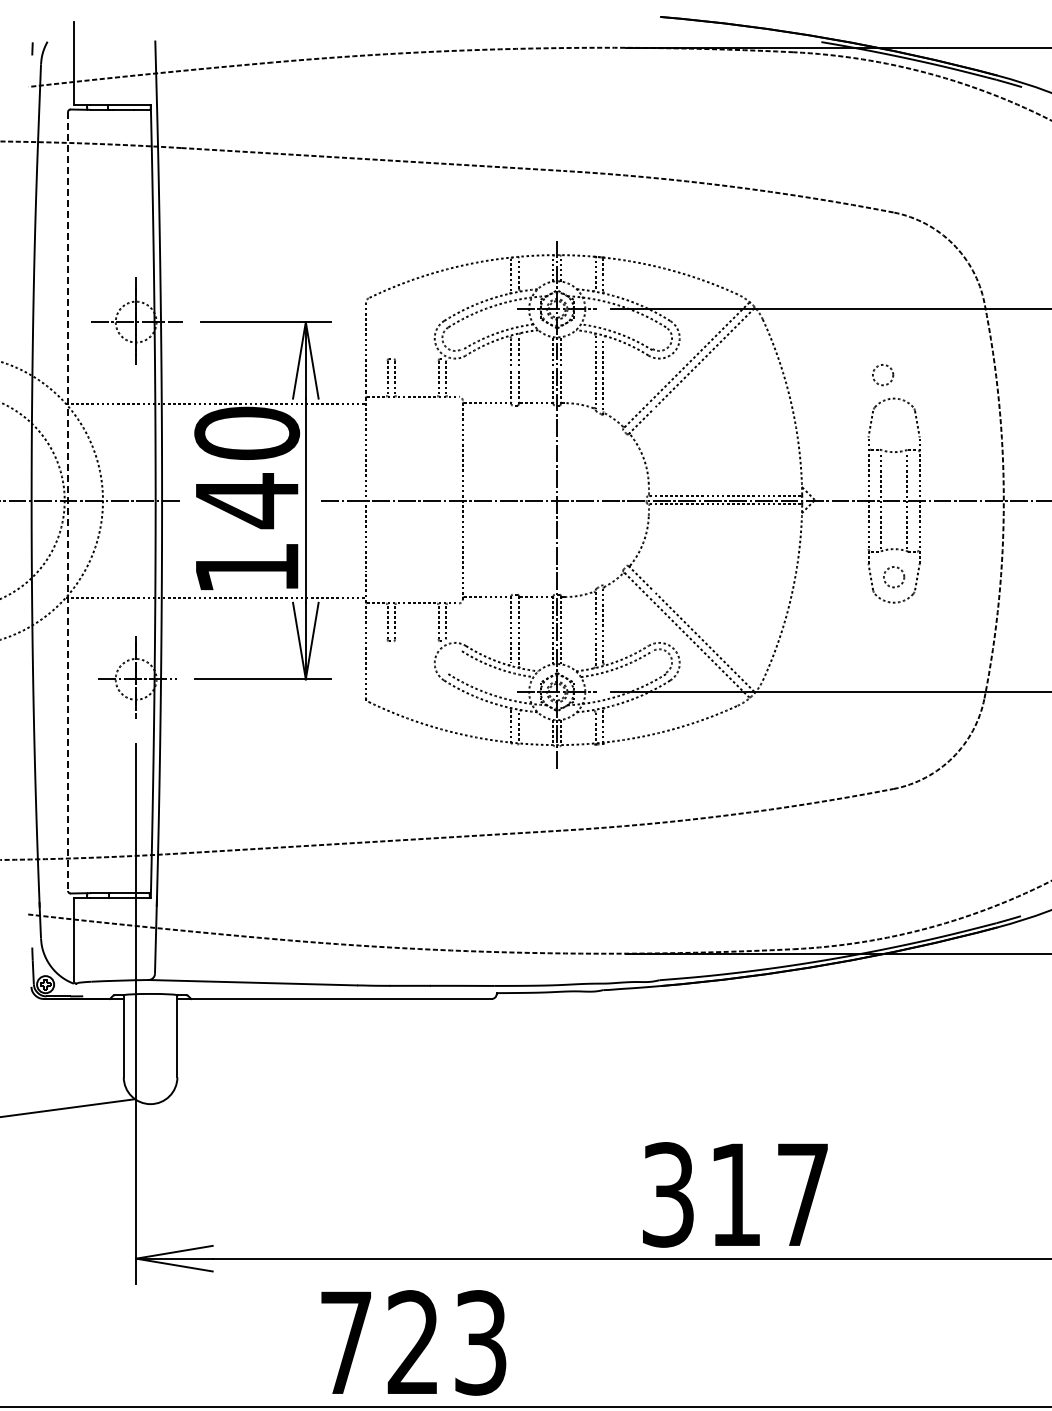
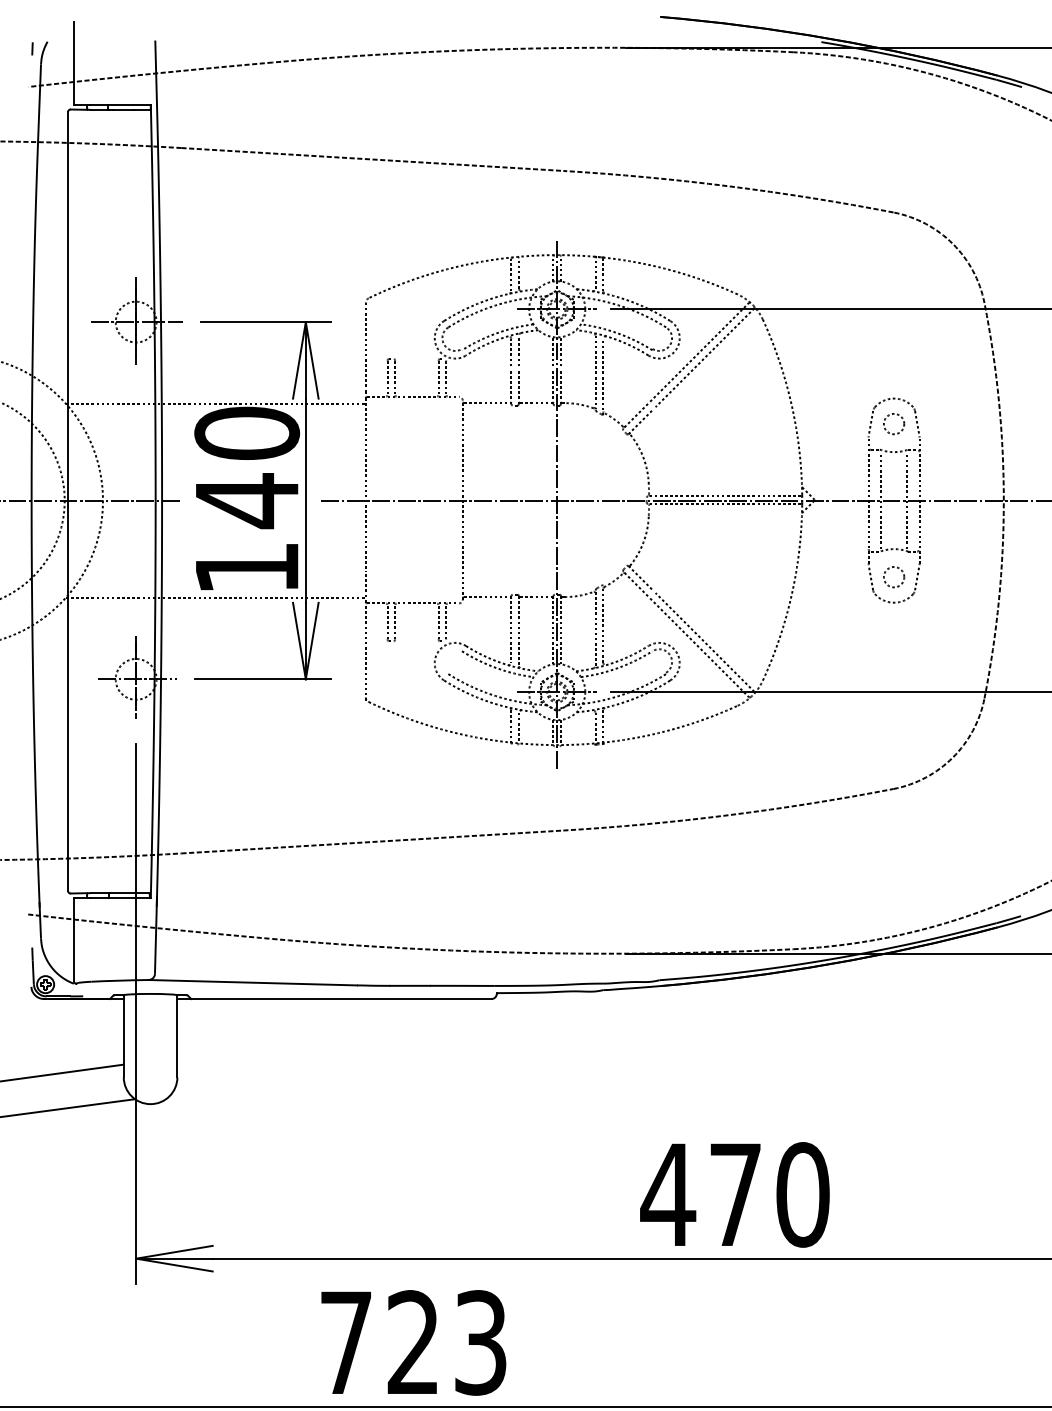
circle at (883, 375) position: (883, 375) -> (894, 424)
line at (68, 502): dashed -> solid
line at (62, 1072): none -> present
text at (734, 1194): 317 -> 470
